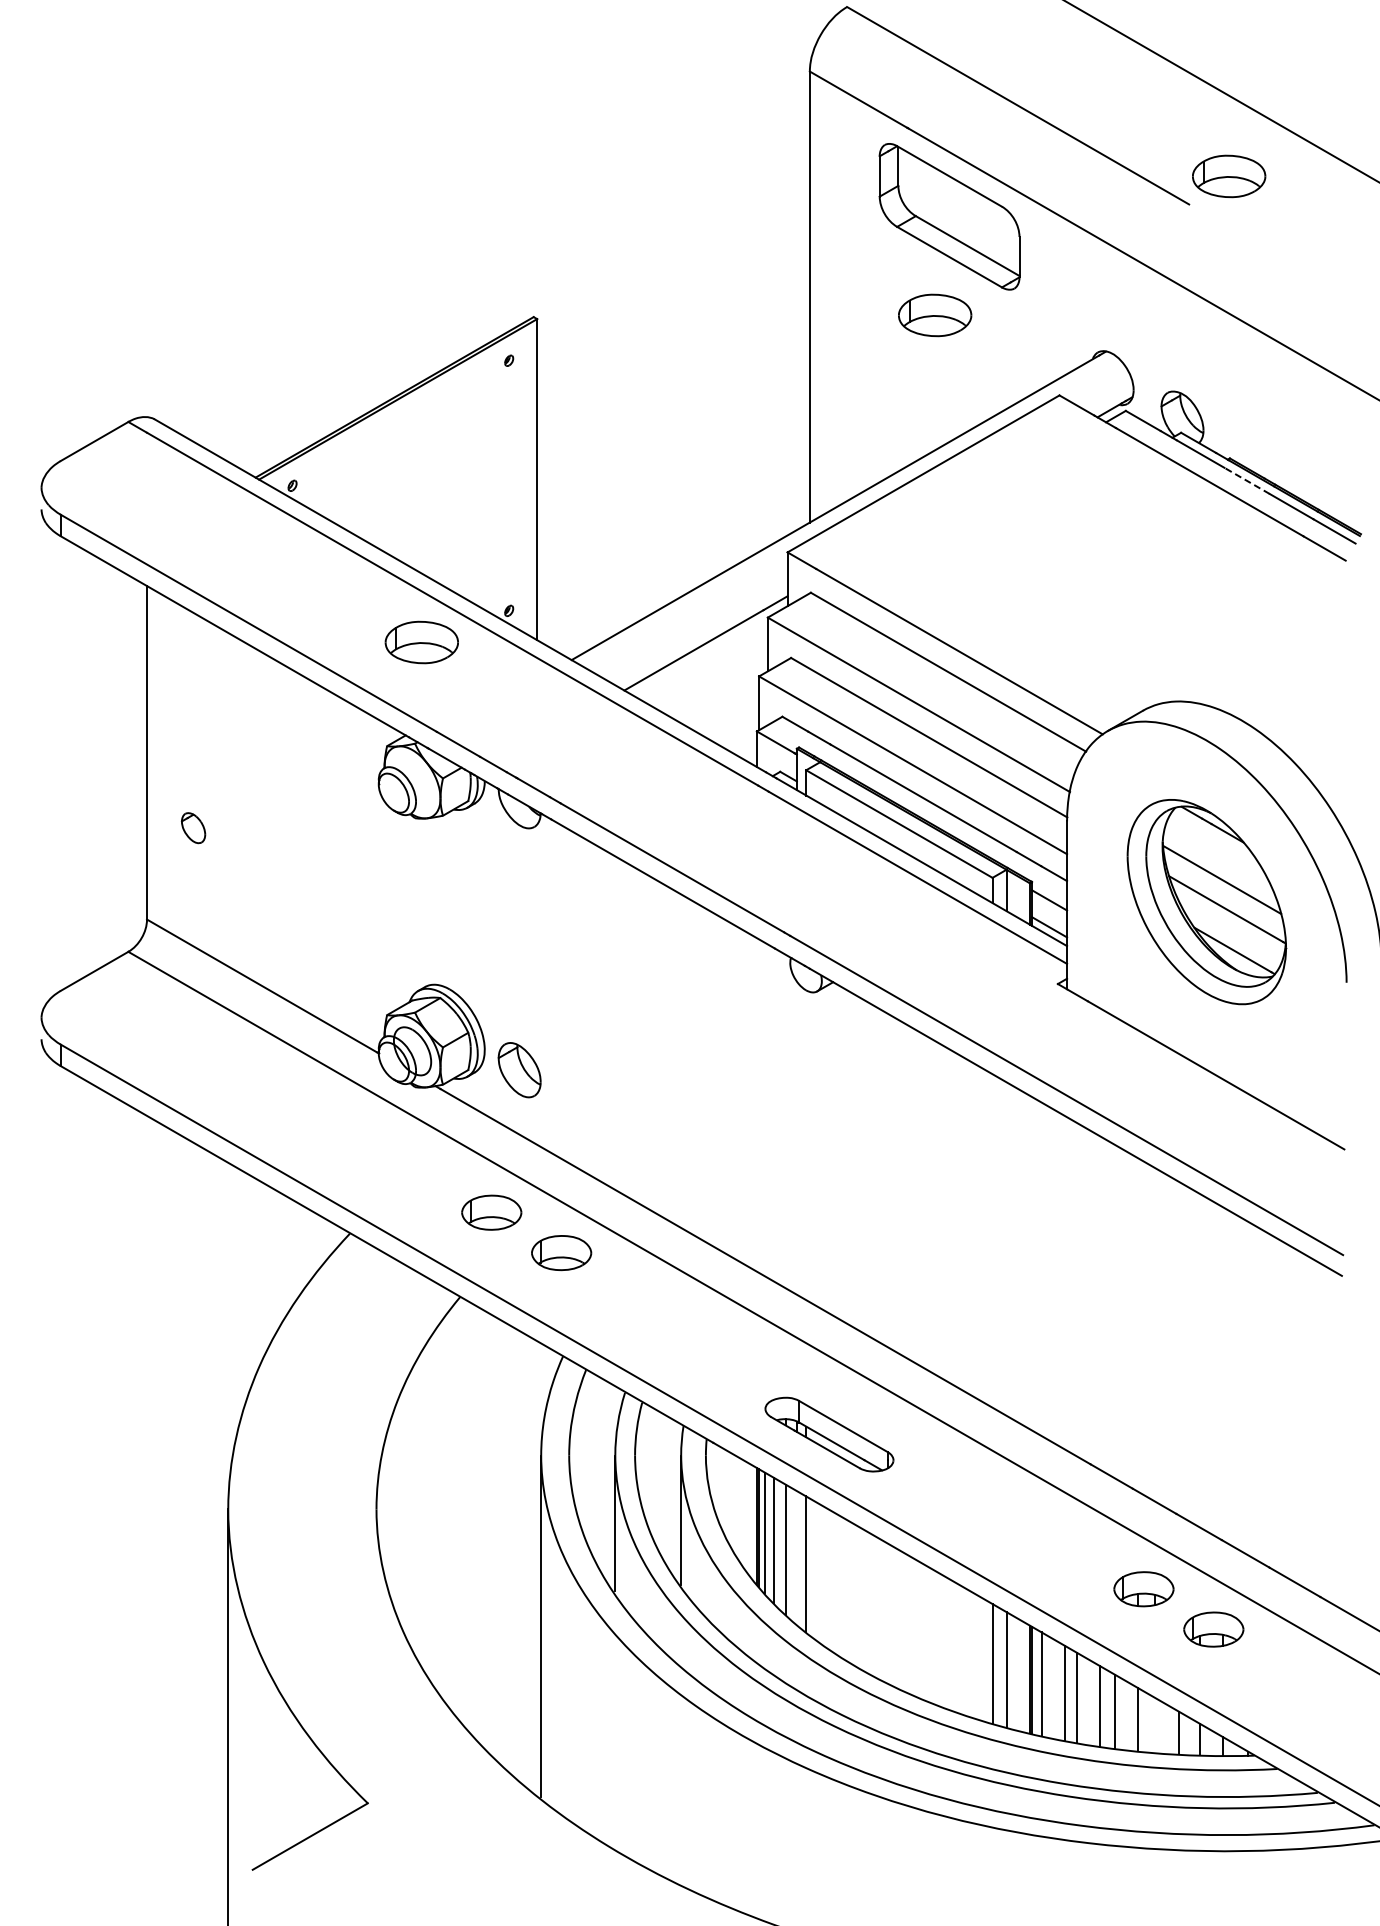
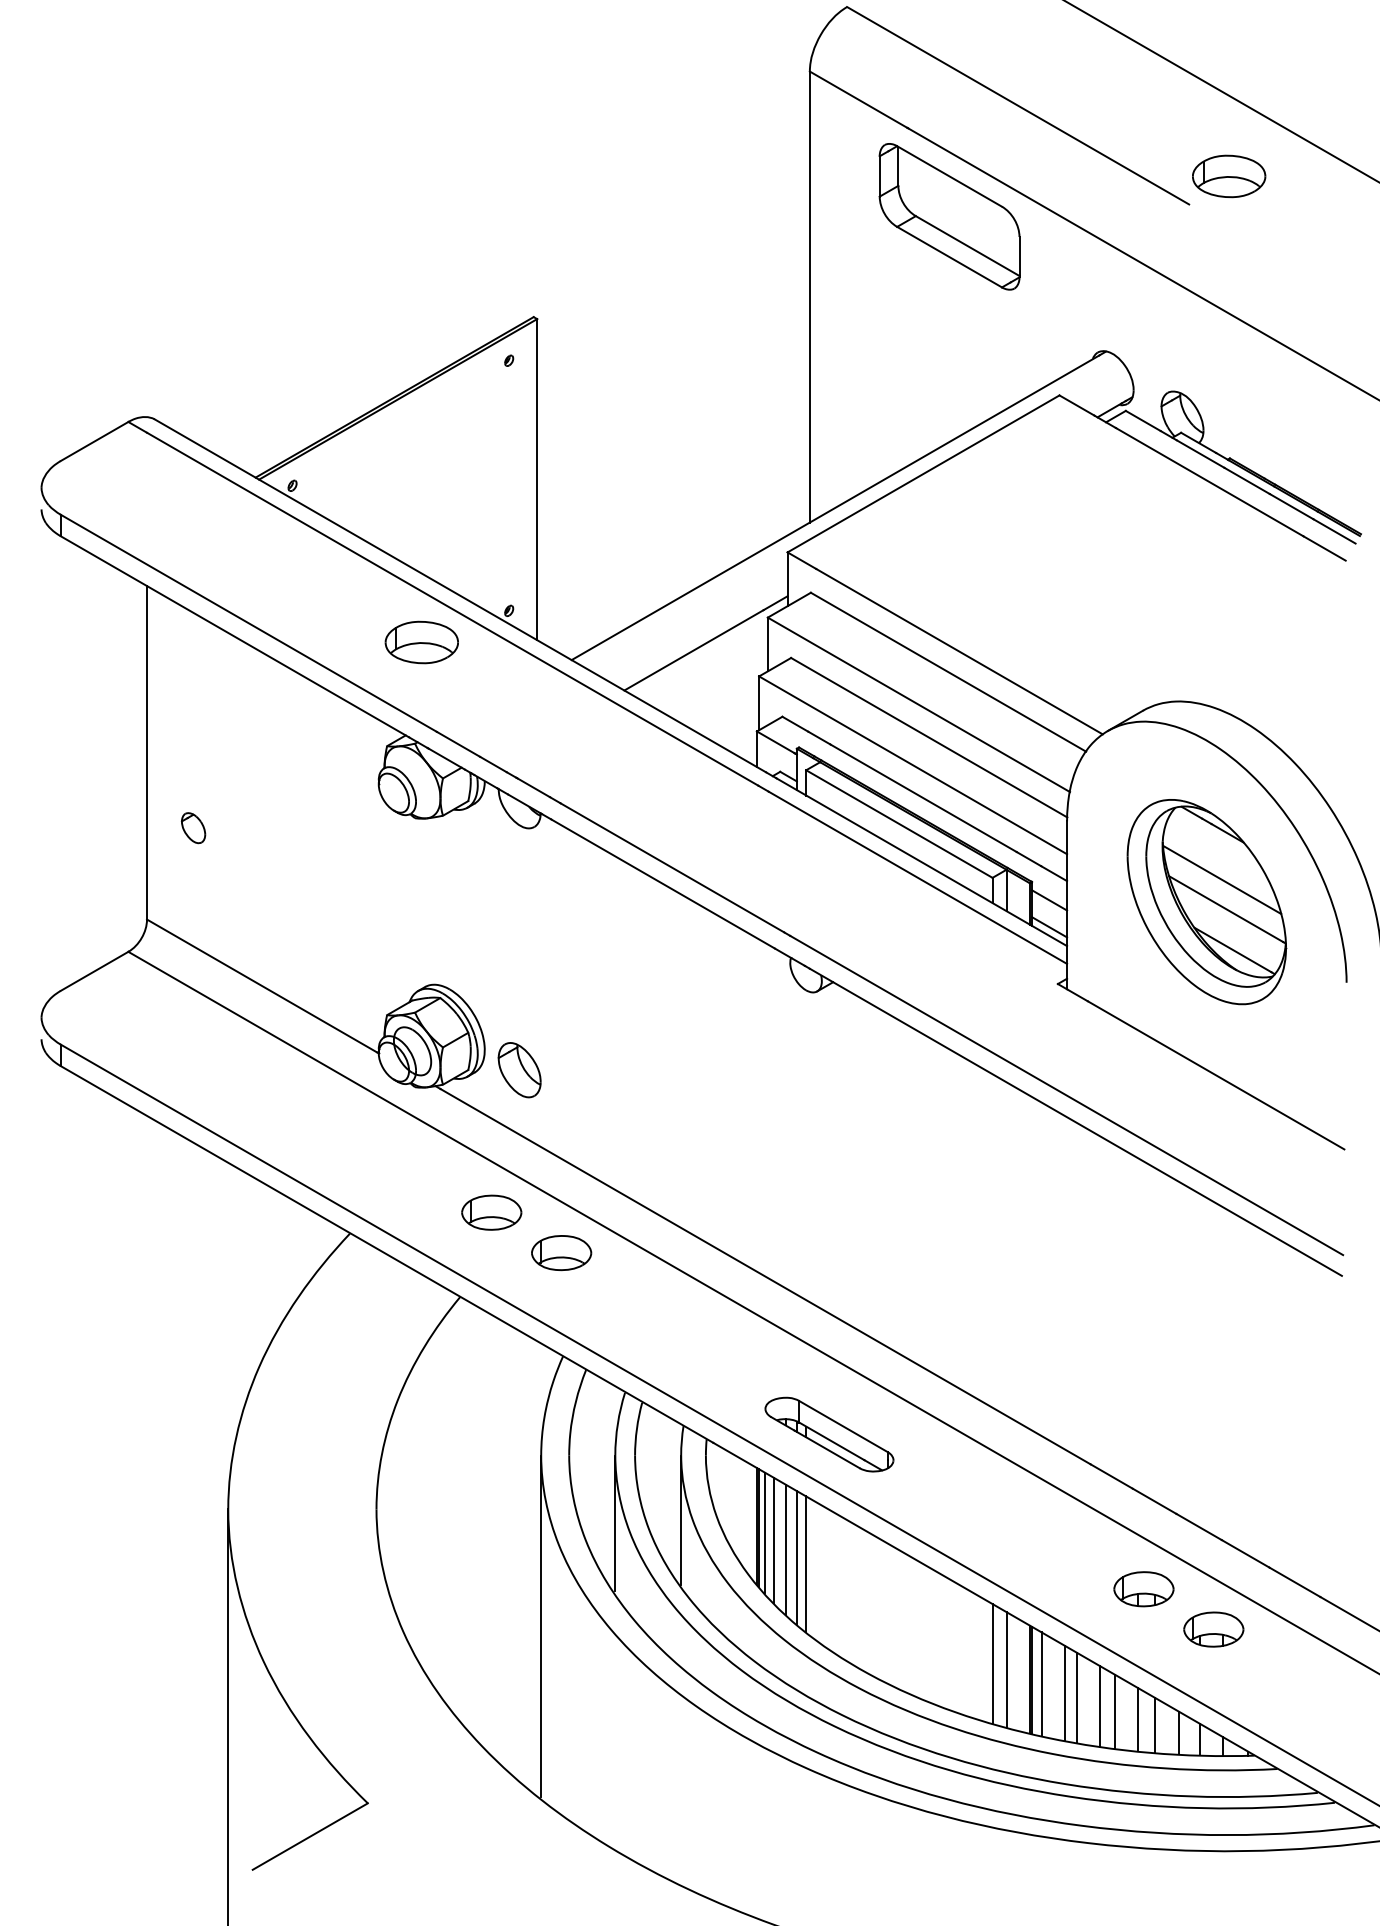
part at (935, 315): present -> none
line at (1246, 480): dashed -> solid
line at (796, 1557): none -> present
line at (1155, 1725): none -> present
